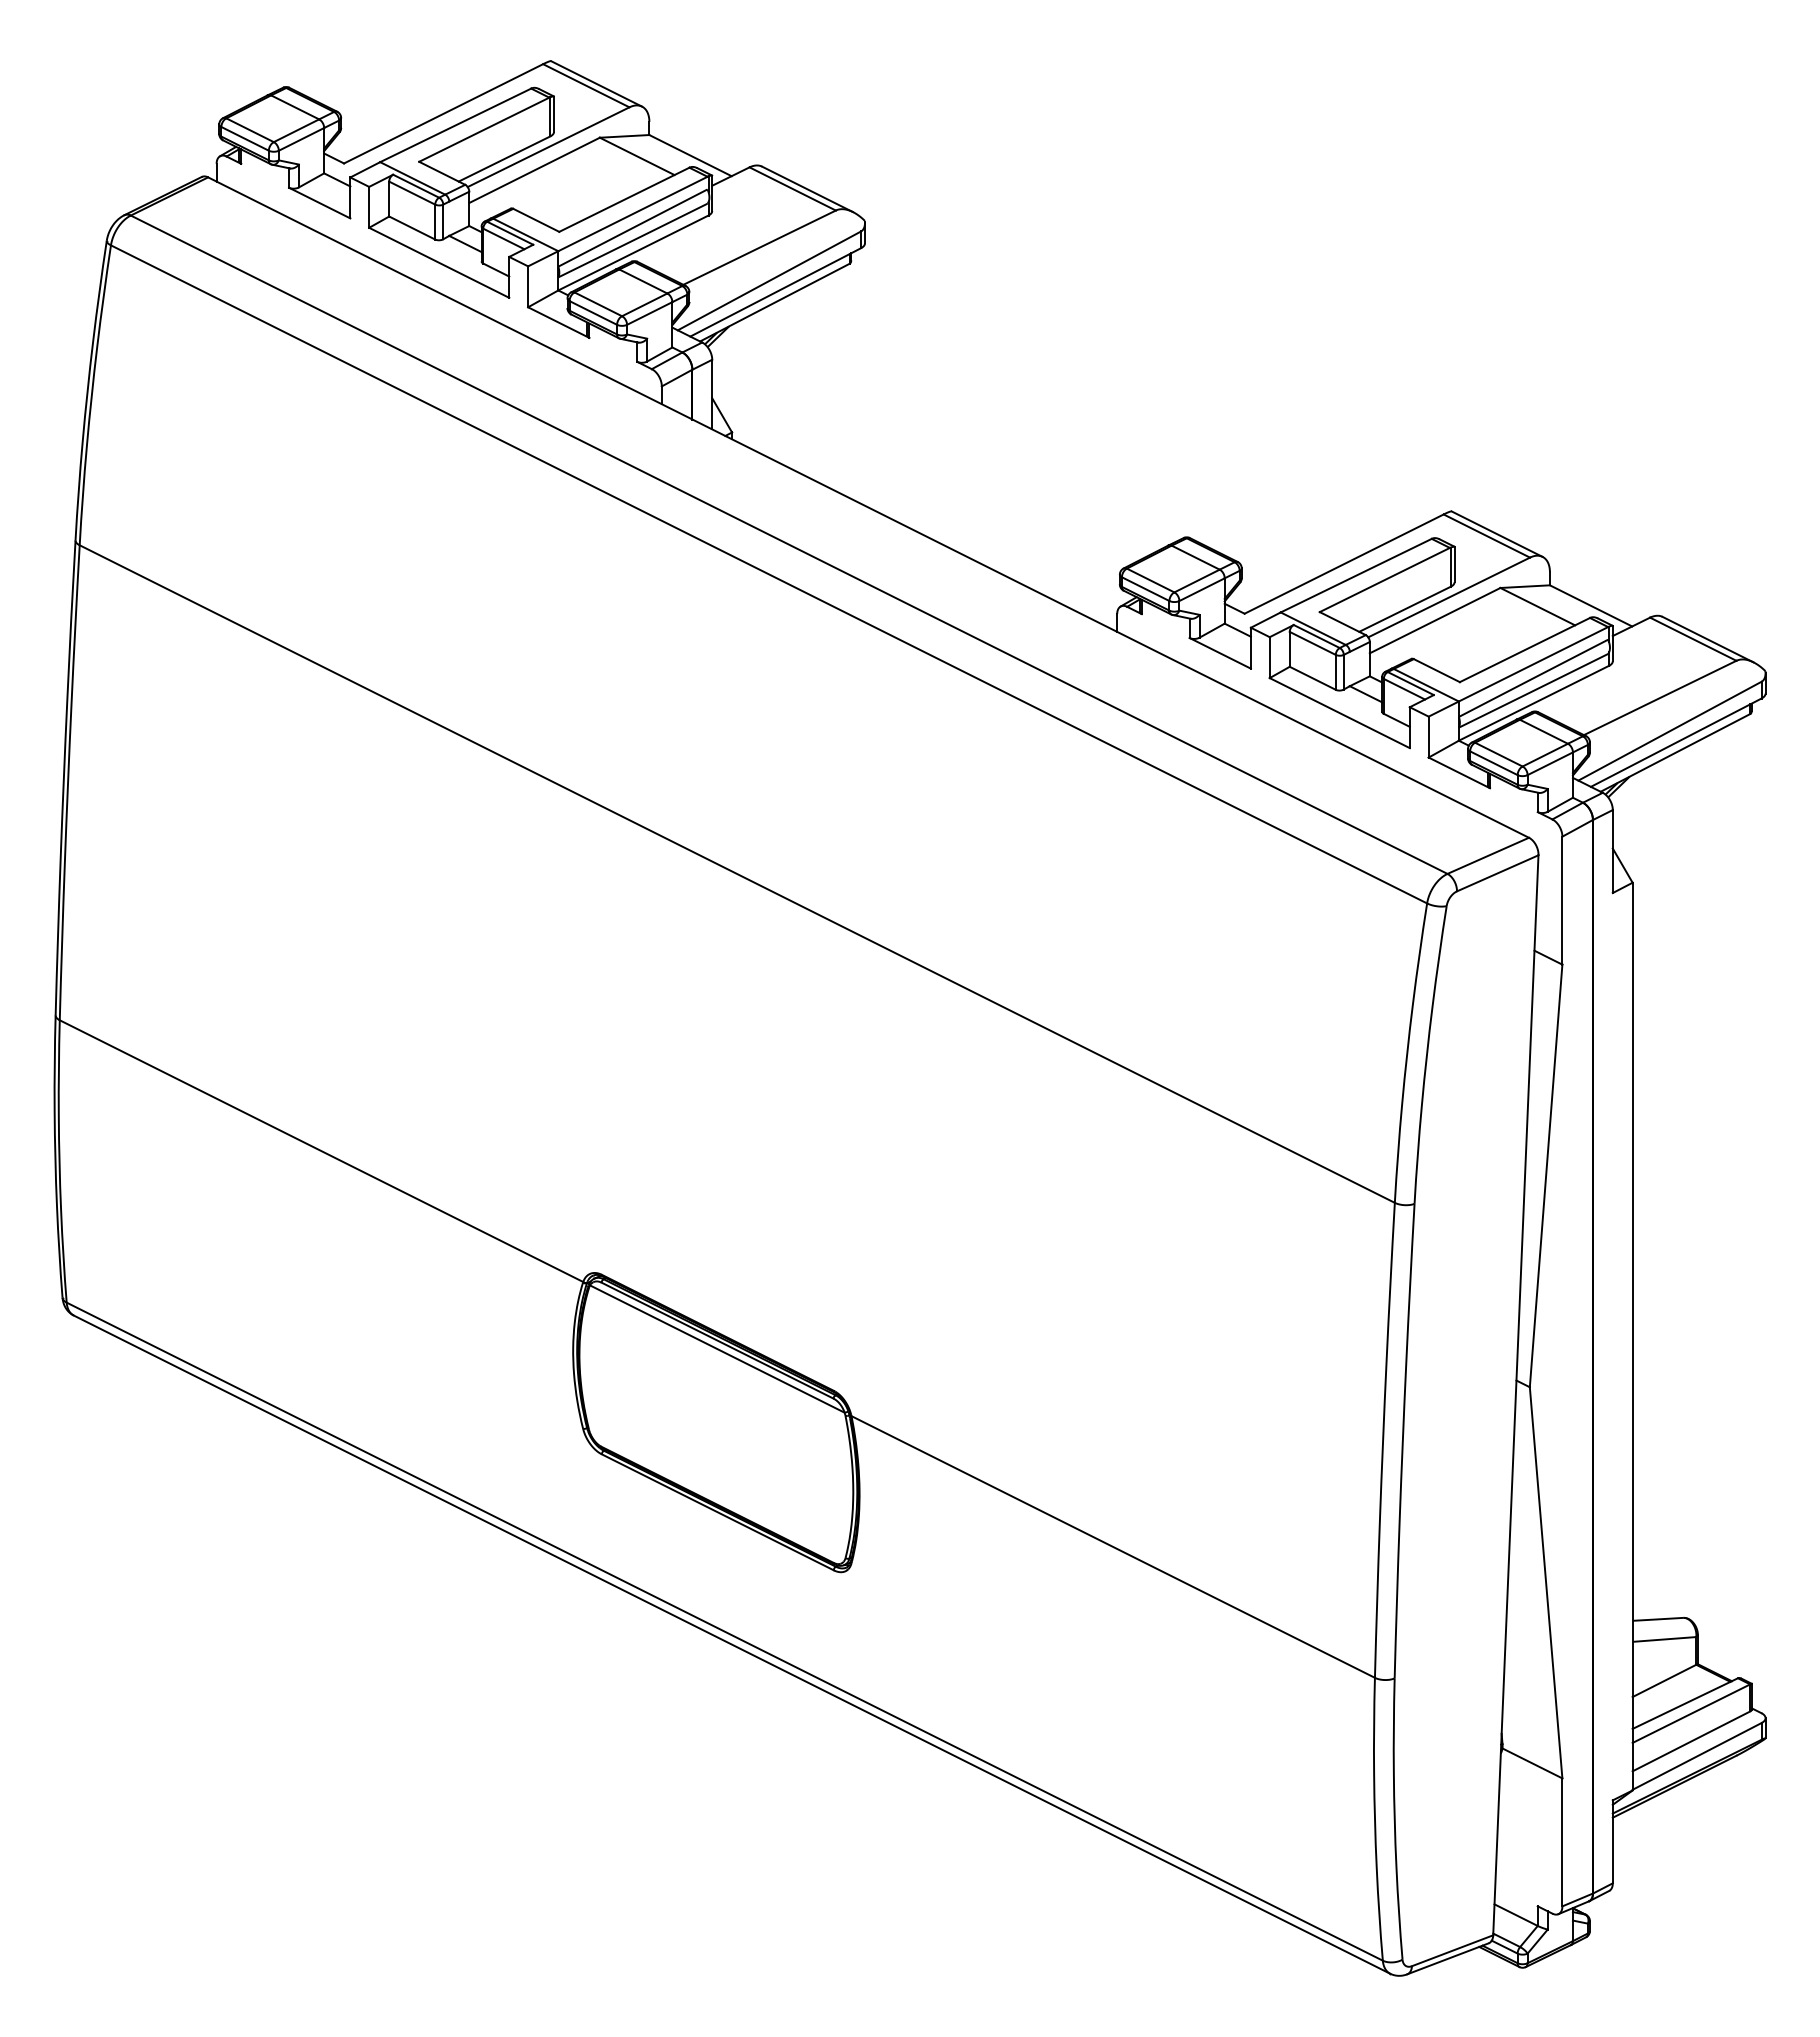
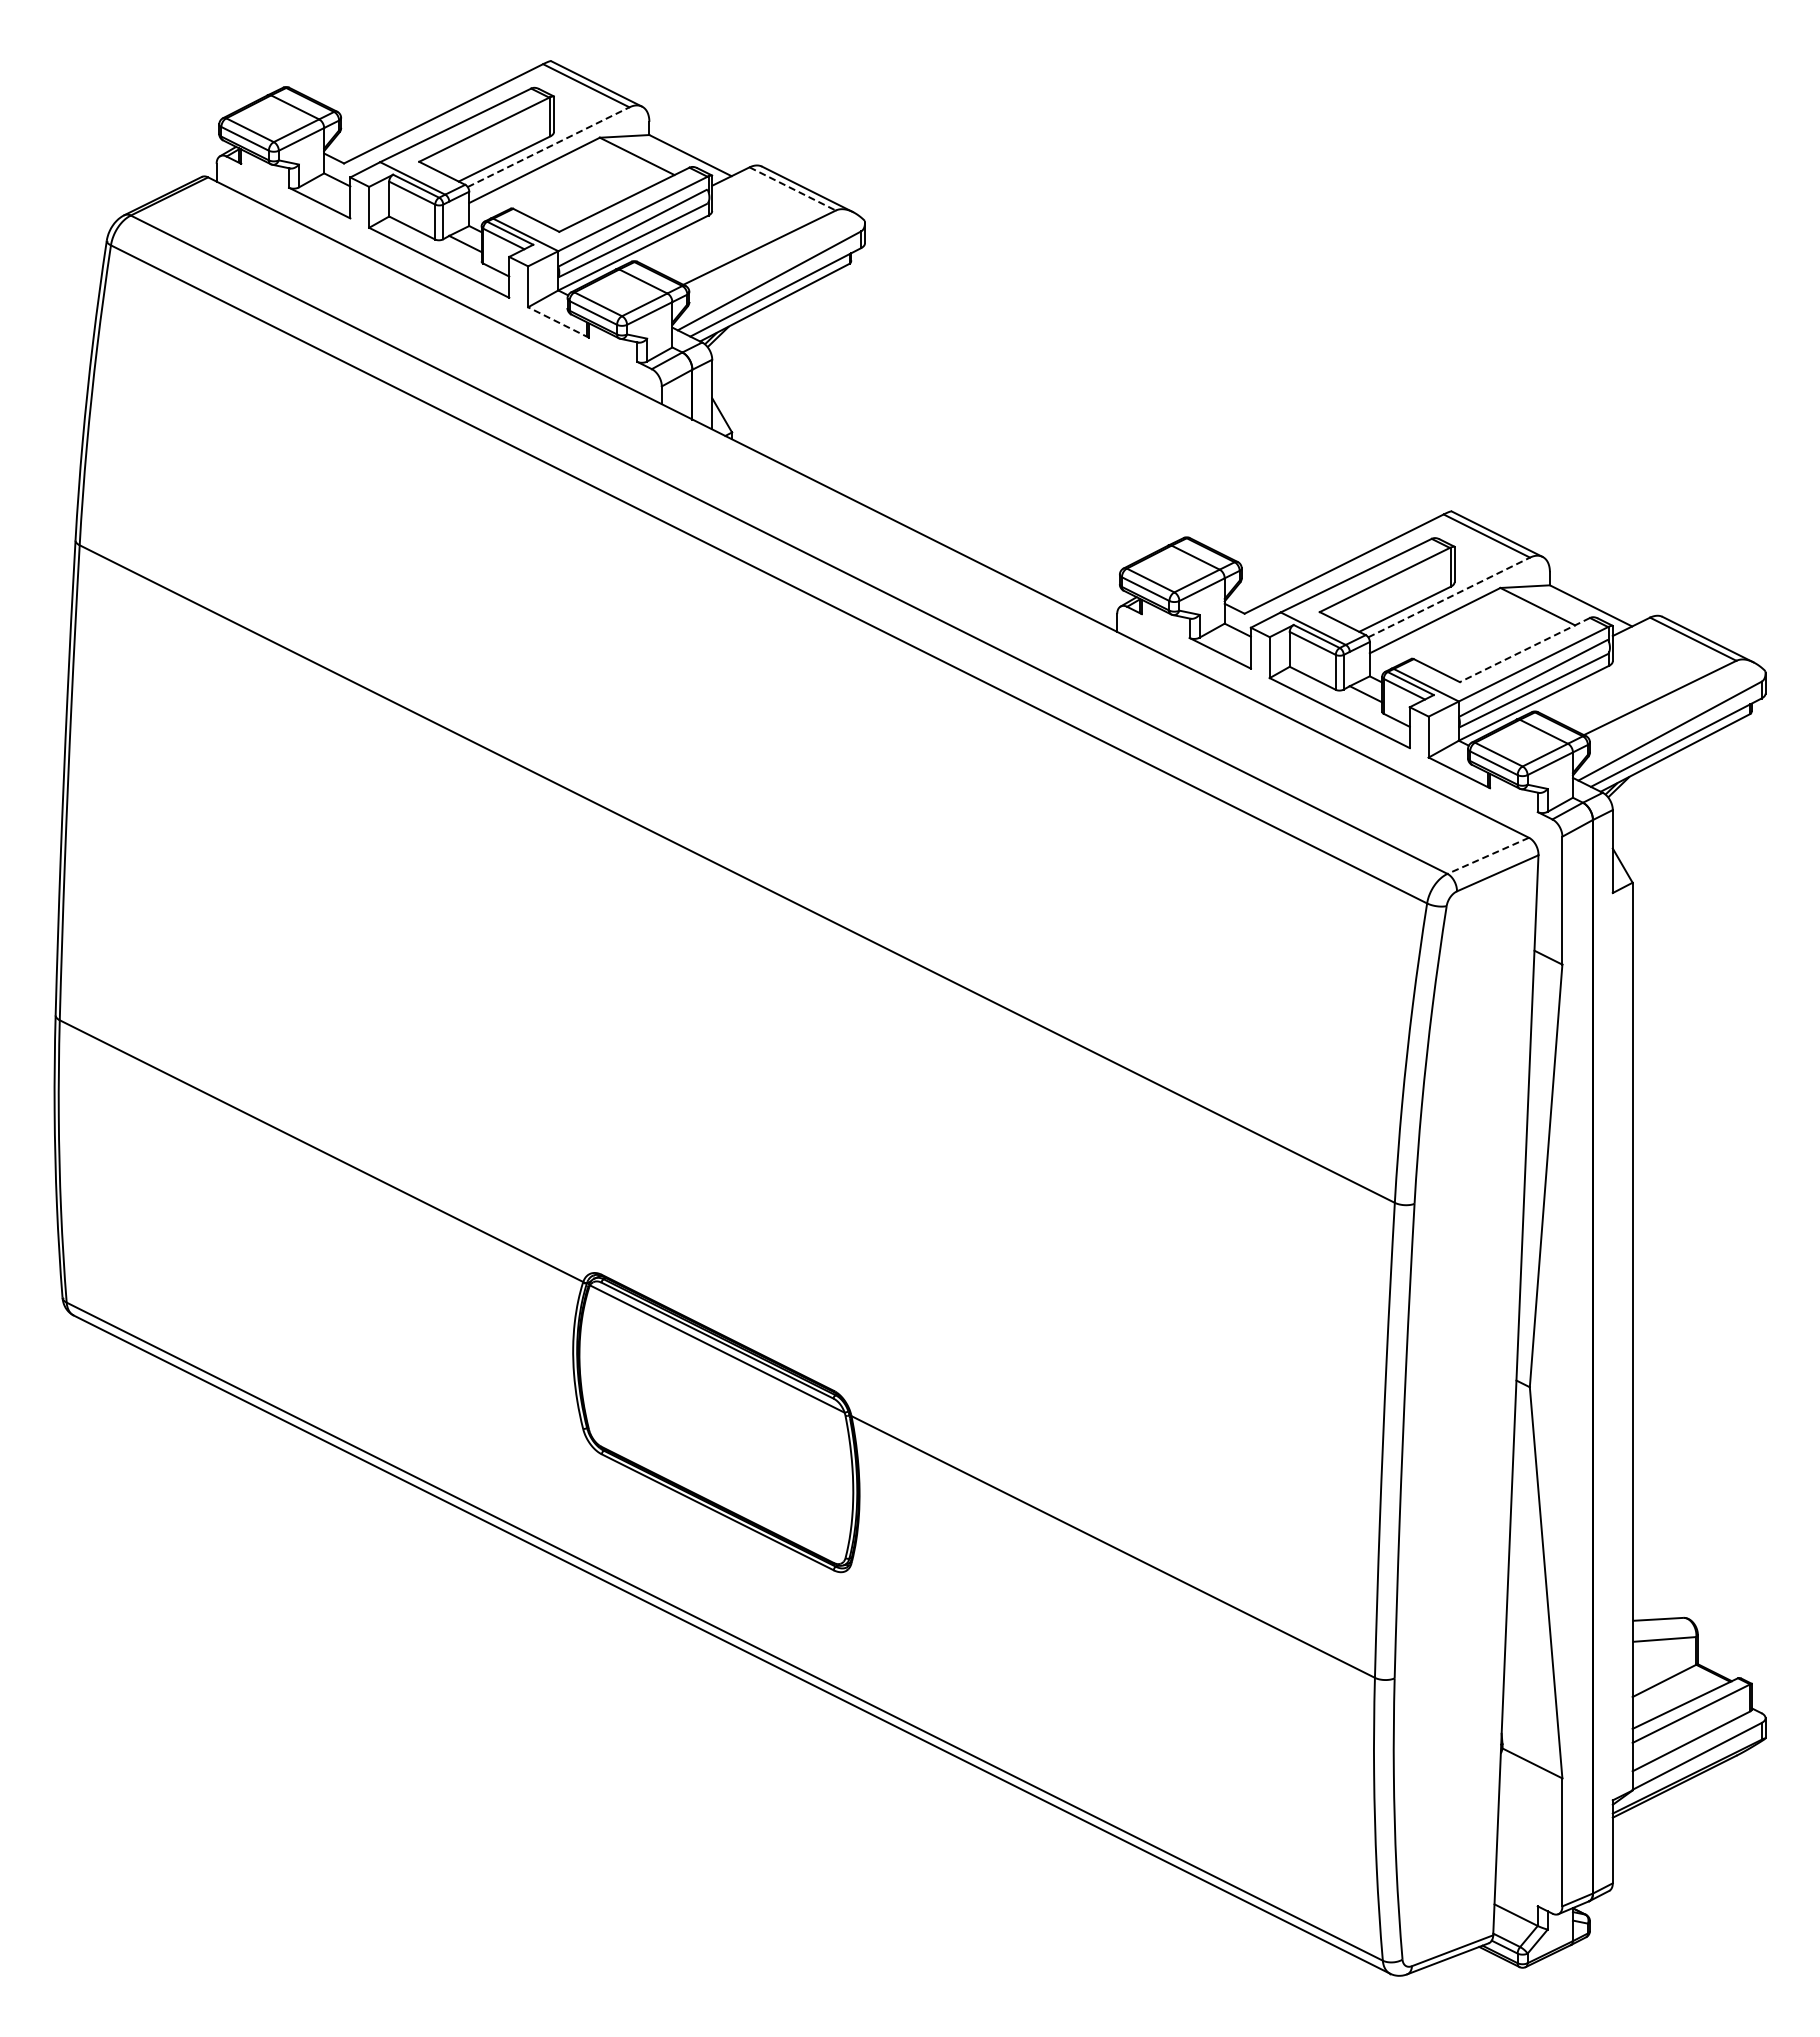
line at (549, 146): solid -> dashed
line at (793, 189): solid -> dashed
line at (558, 322): solid -> dashed
line at (1449, 597): solid -> dashed
line at (1524, 650): solid -> dashed
line at (1488, 855): solid -> dashed
